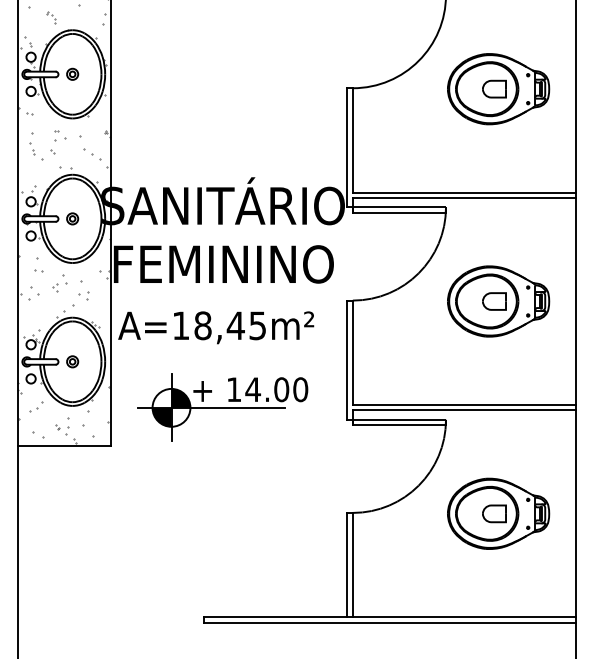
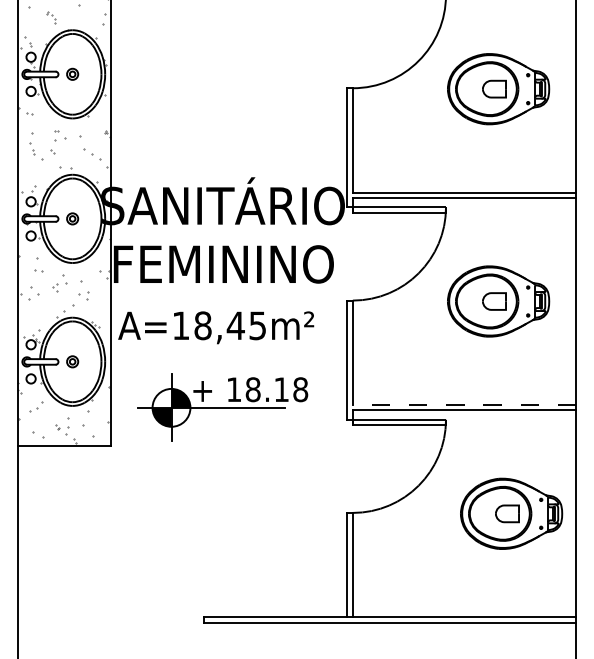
text at (276, 389): 14.00 -> 18.18
line at (464, 404): solid -> dashed
part at (498, 513) position: (498, 513) -> (511, 513)
